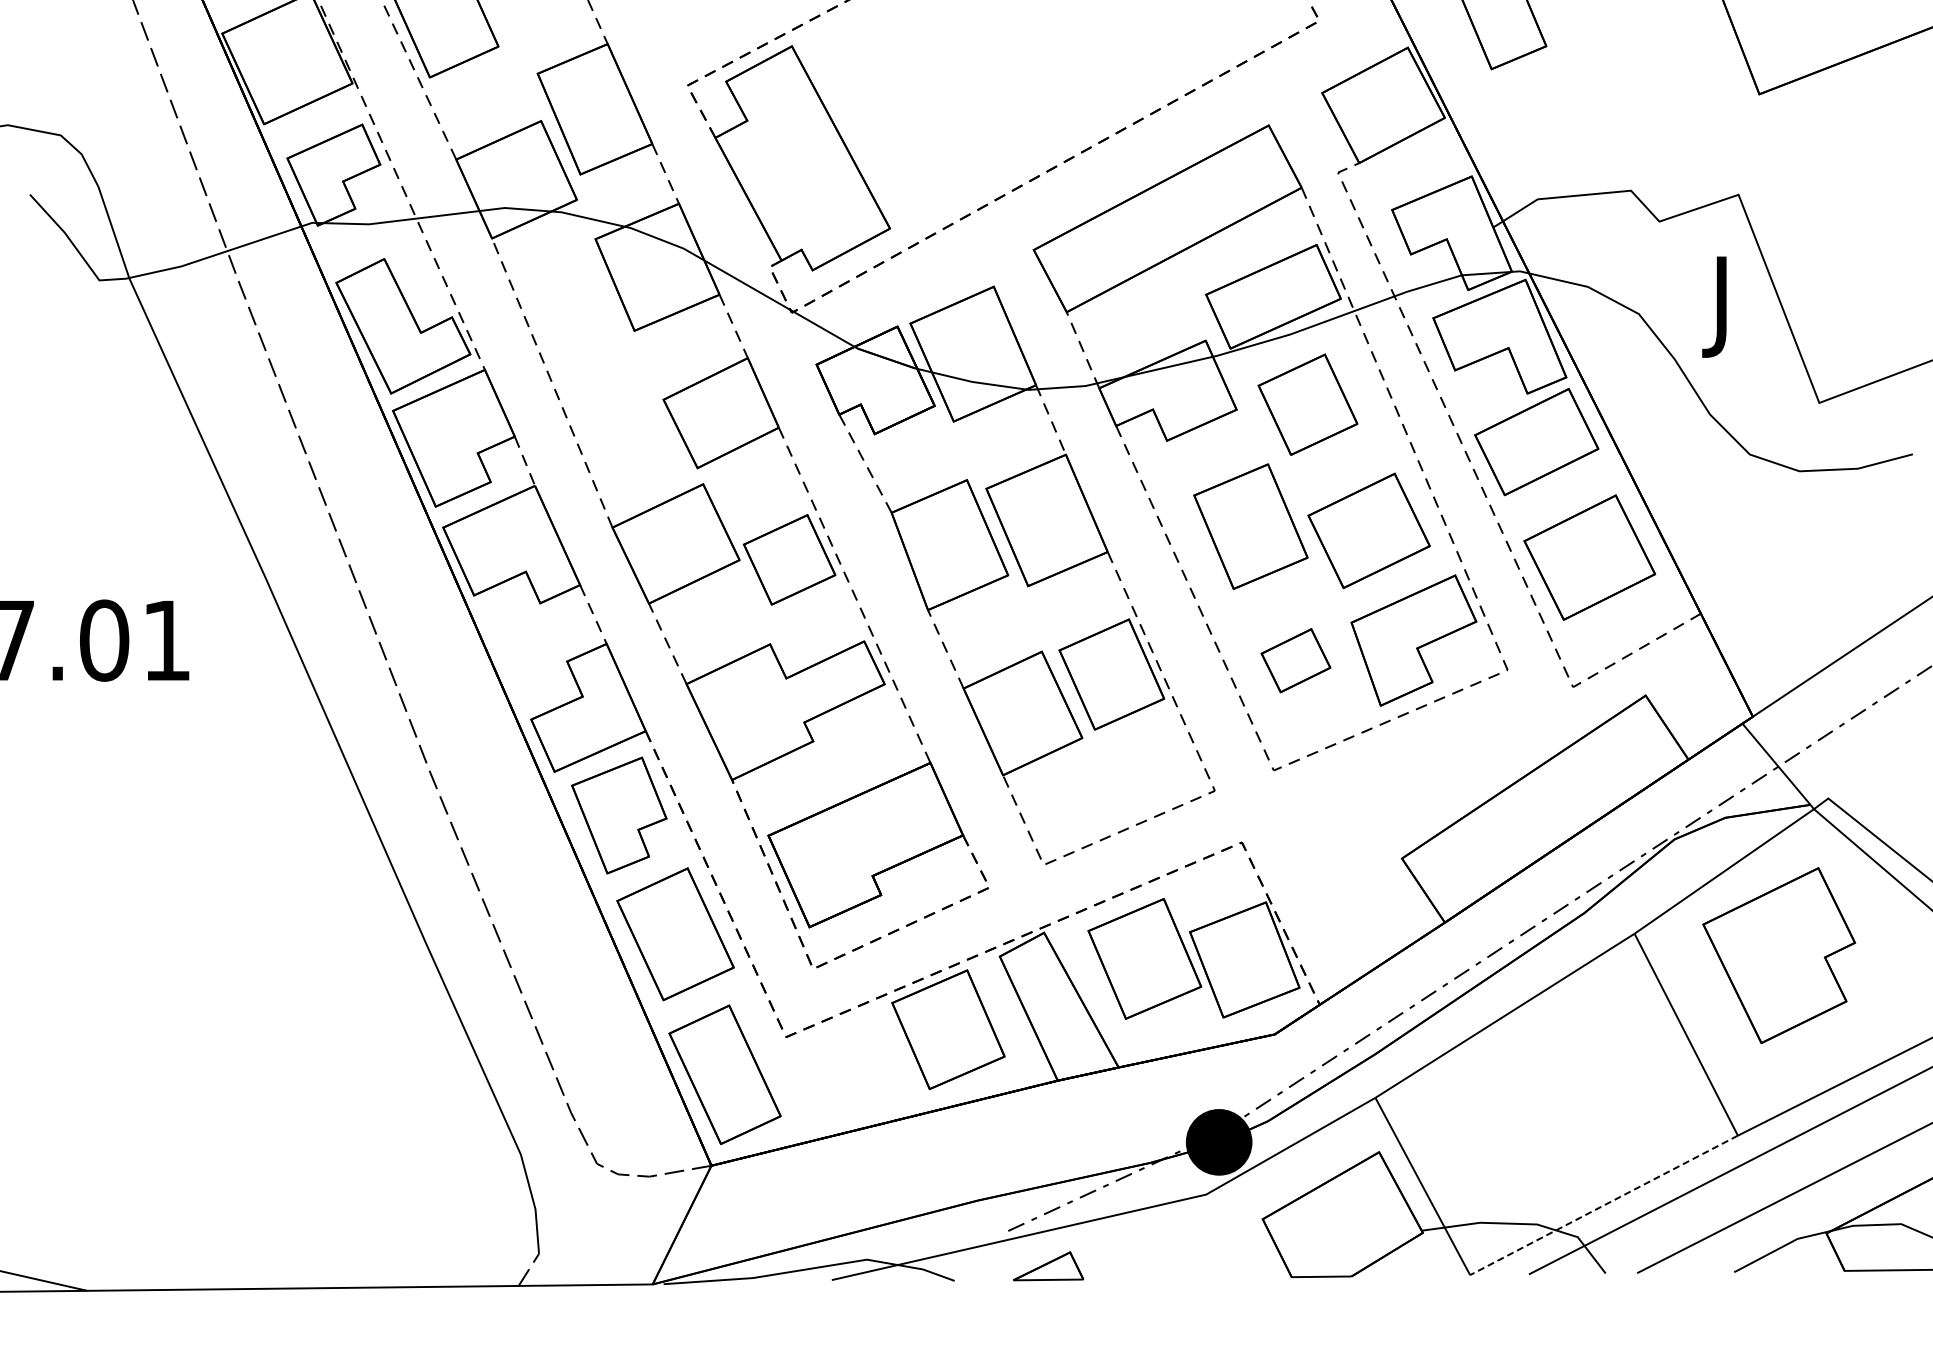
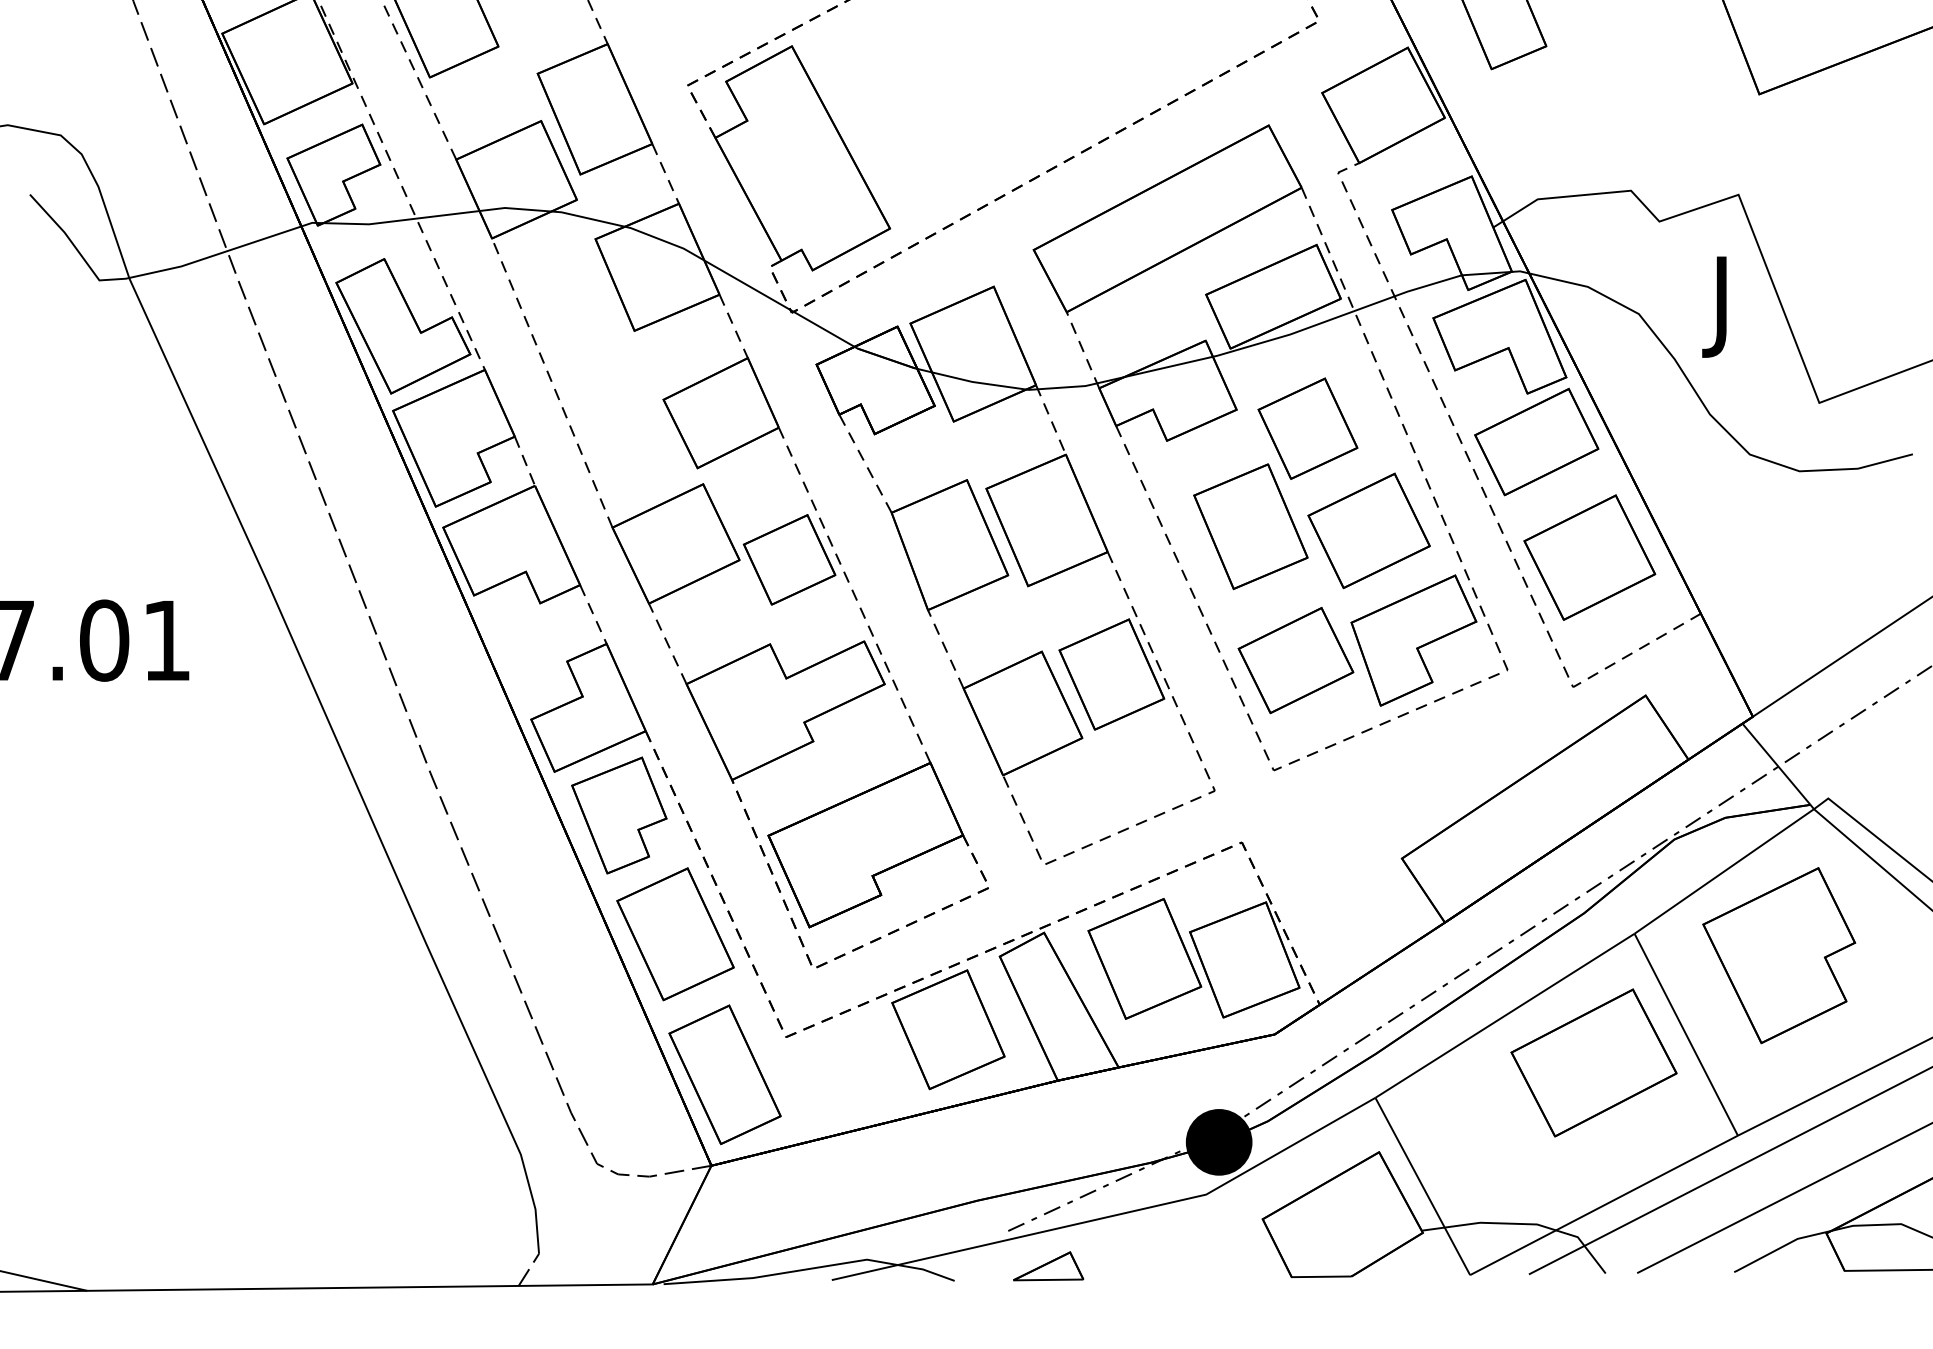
part at (1307, 404) position: (1307, 404) -> (1307, 428)
part at (1295, 660) size: 72x66 px -> 118x108 px
part at (1593, 1062): none -> present
line at (1604, 1205): dashed -> solid
